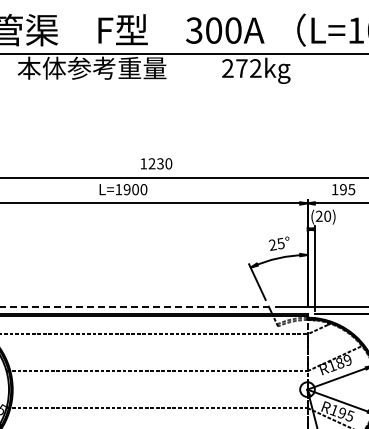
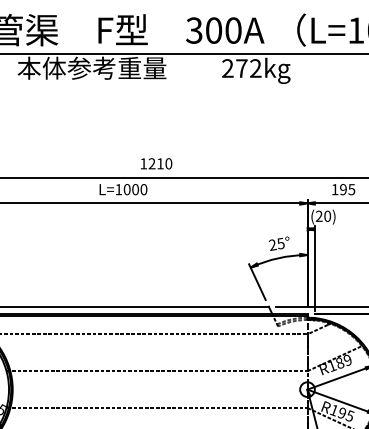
text at (160, 163): 1230 -> 1210
text at (126, 189): L=1900 -> L=1000
line at (134, 306): dashed -> solid
